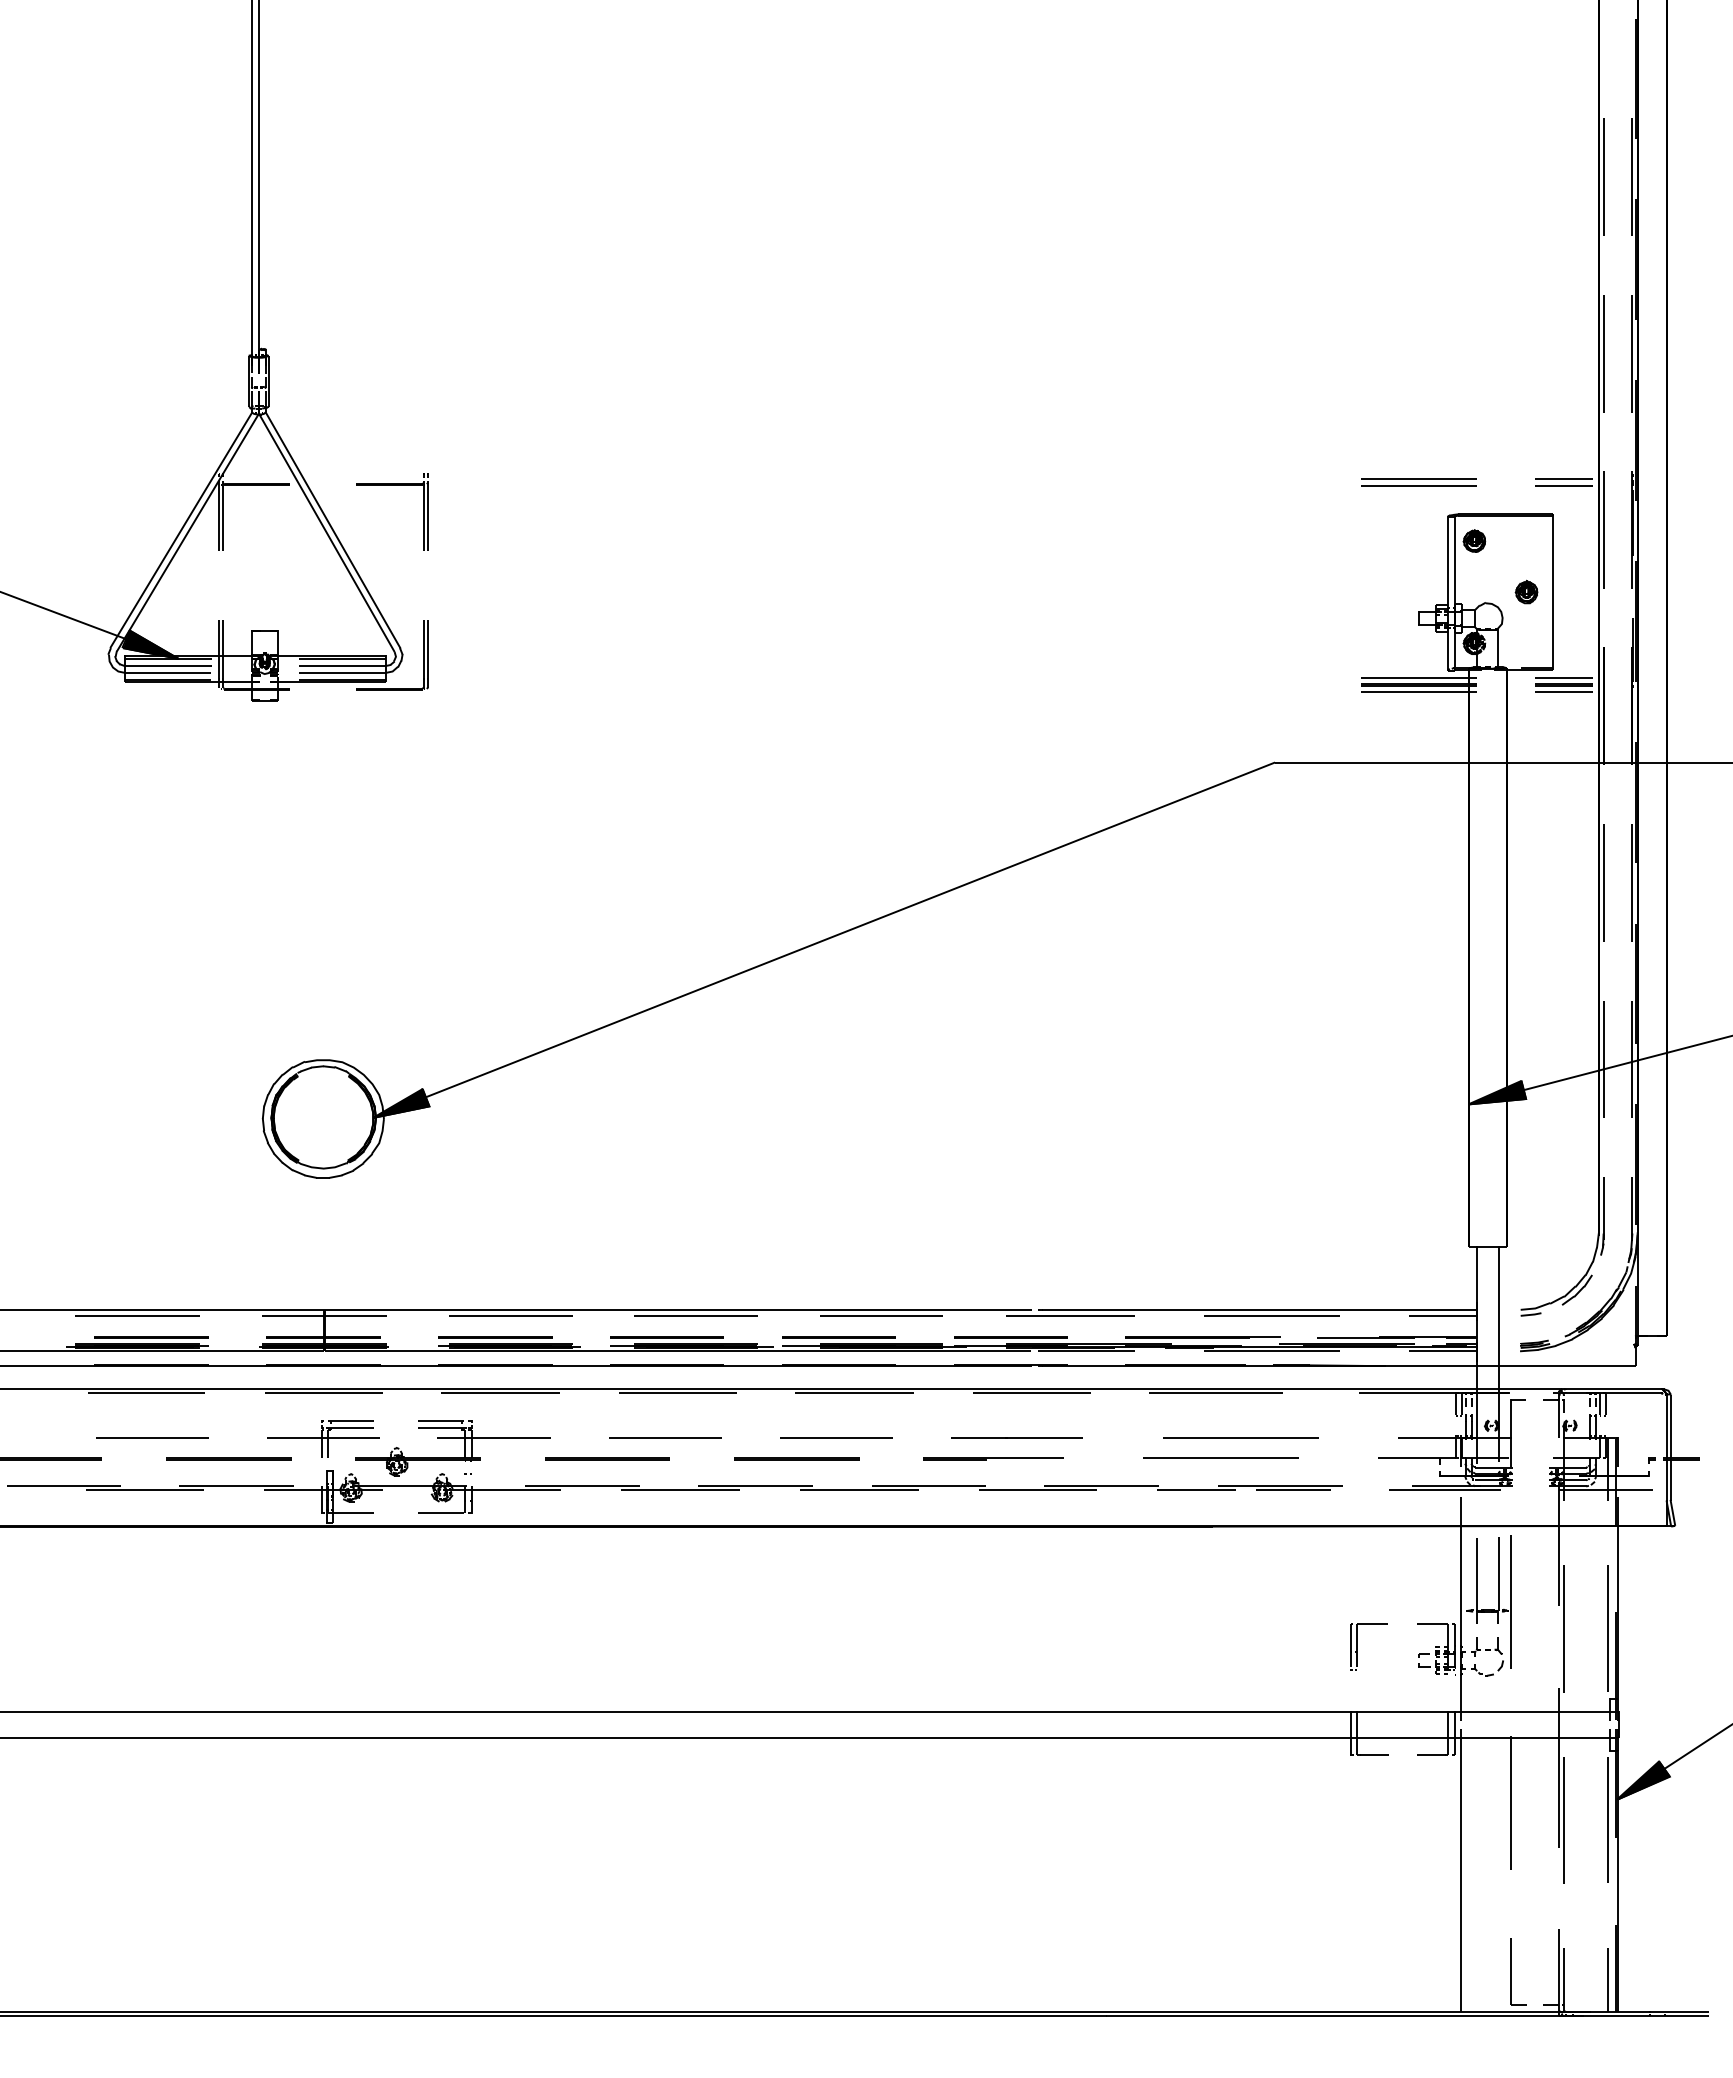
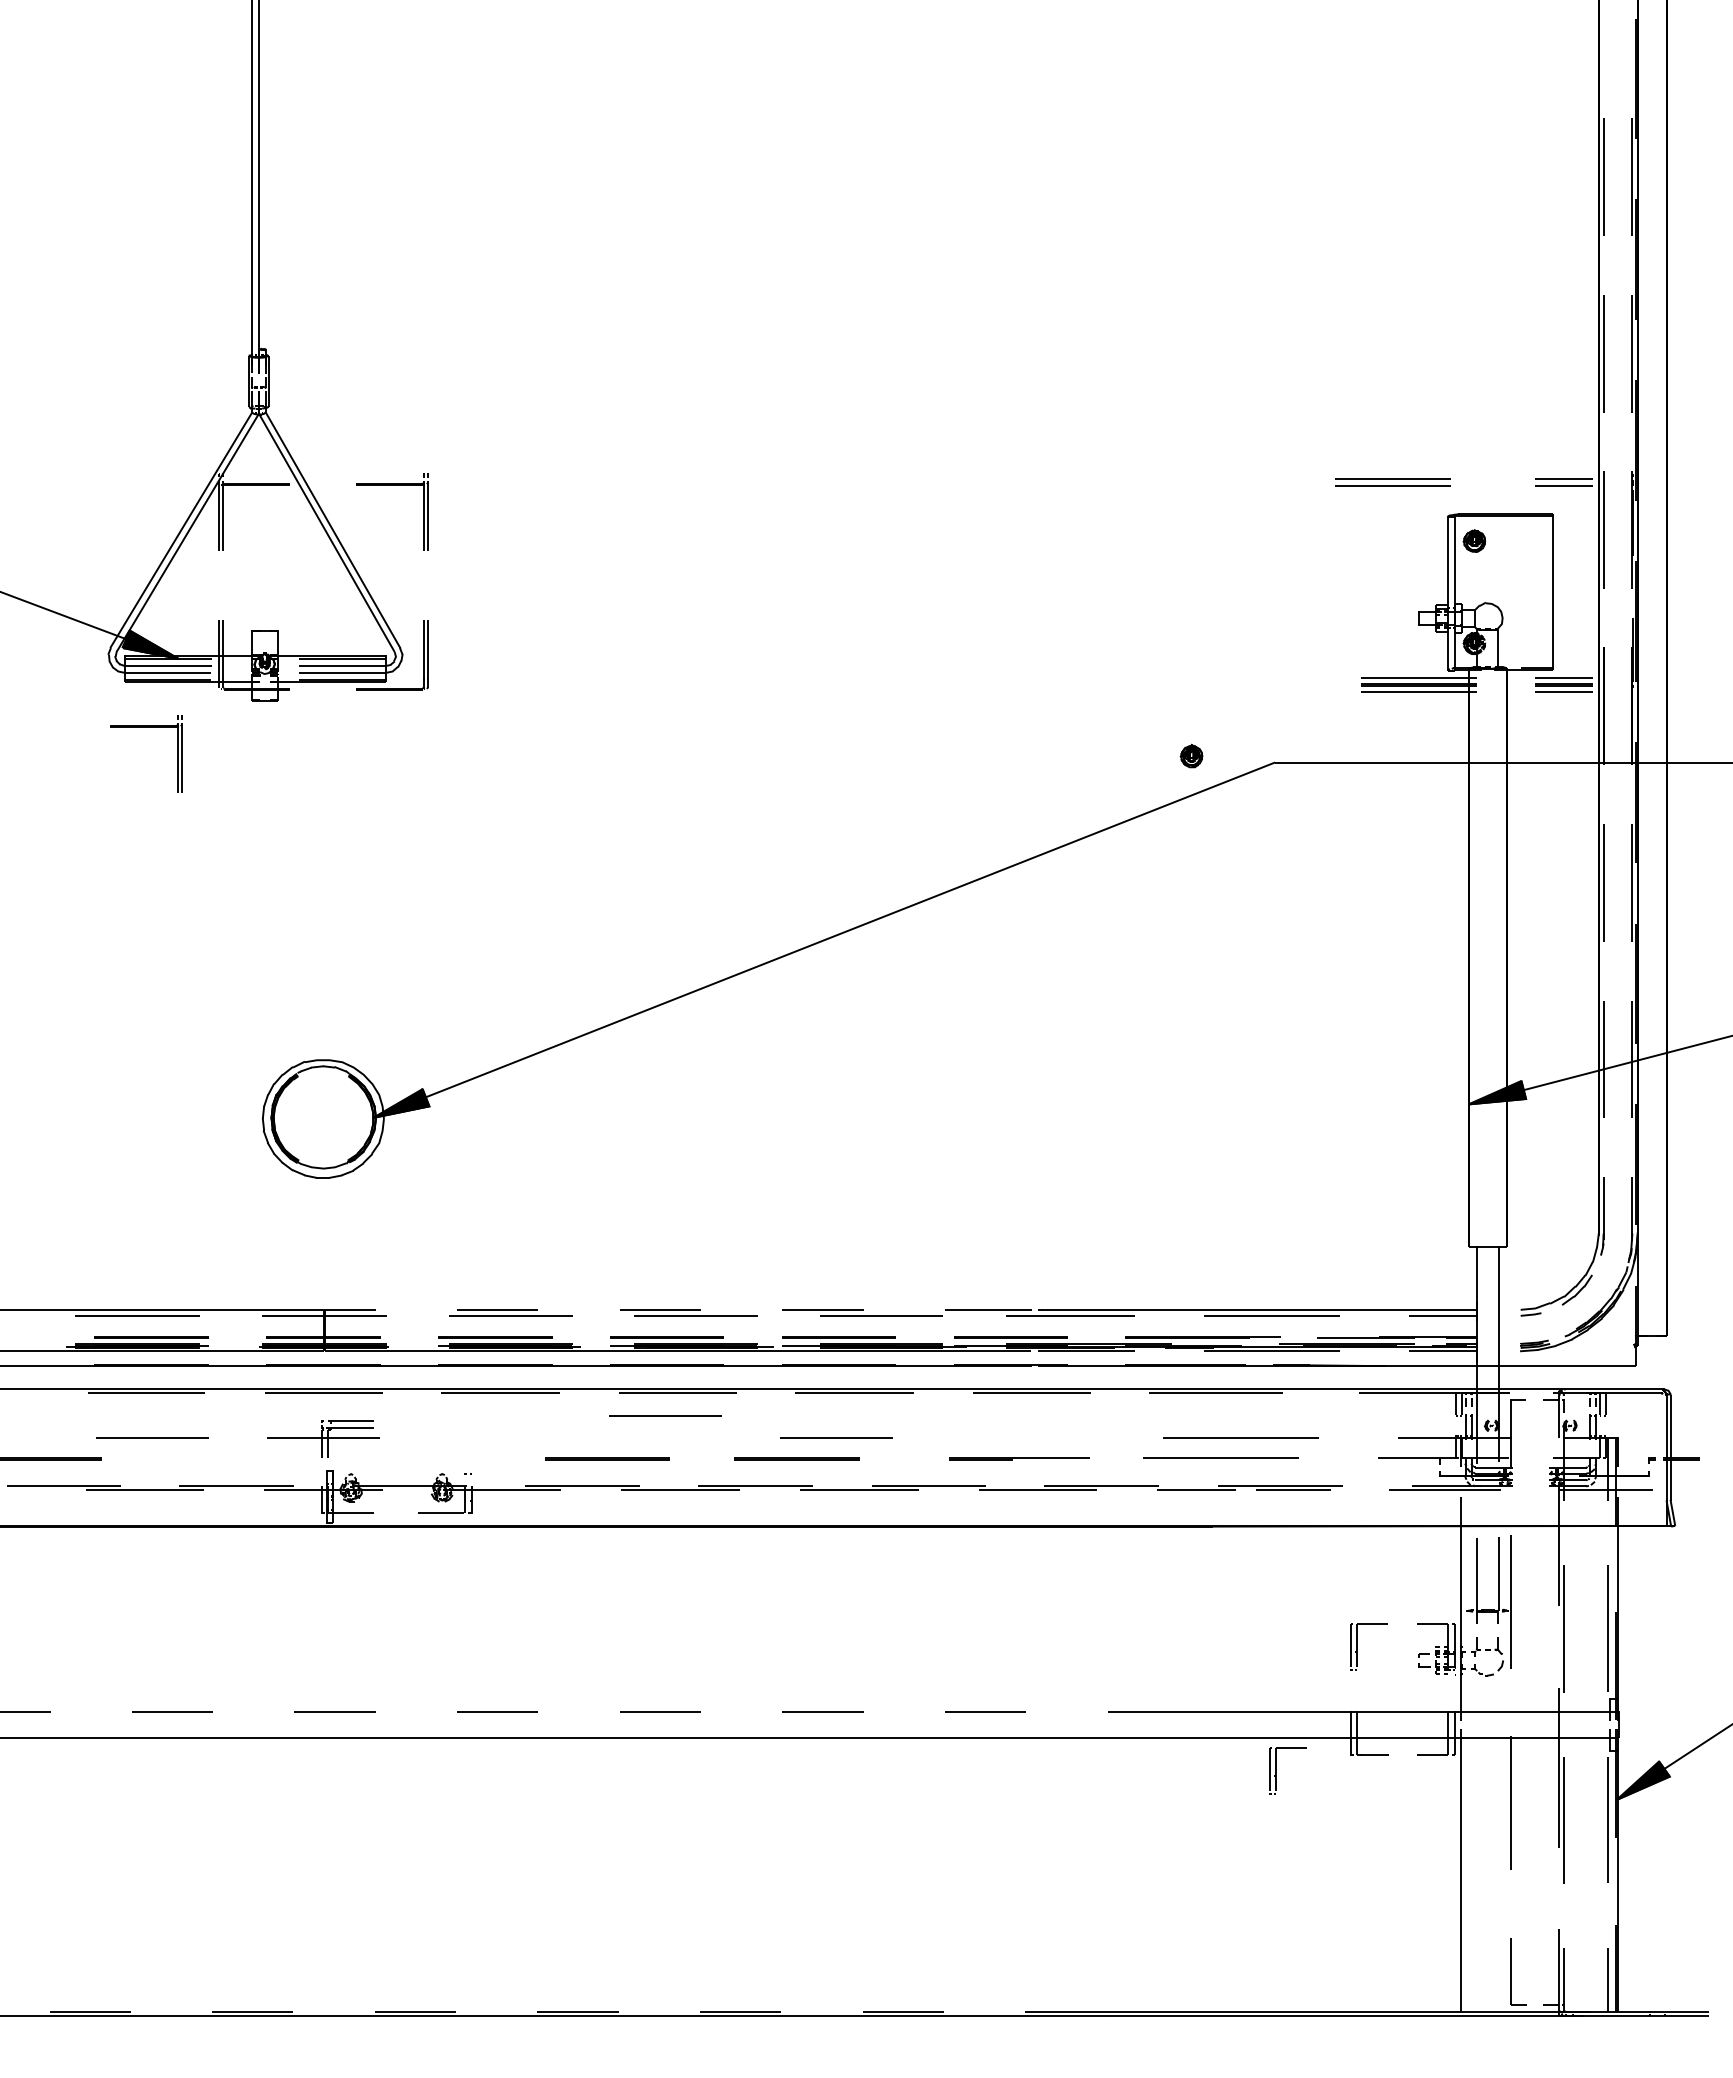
part at (1418, 482) position: (1418, 482) -> (1392, 482)
part at (1526, 591) position: (1526, 591) -> (1191, 755)
part at (146, 727): none -> present
line at (675, 1309): solid -> dashed
line at (665, 1437) position: (665, 1437) -> (665, 1415)
line at (1016, 1437): present -> none
part at (452, 1457): present -> none
line at (228, 1458): present -> none
line at (993, 1458) position: (993, 1458) -> (1019, 1458)
line at (583, 1711): solid -> dashed
part at (1276, 1770): none -> present
line at (552, 2011): solid -> dashed
